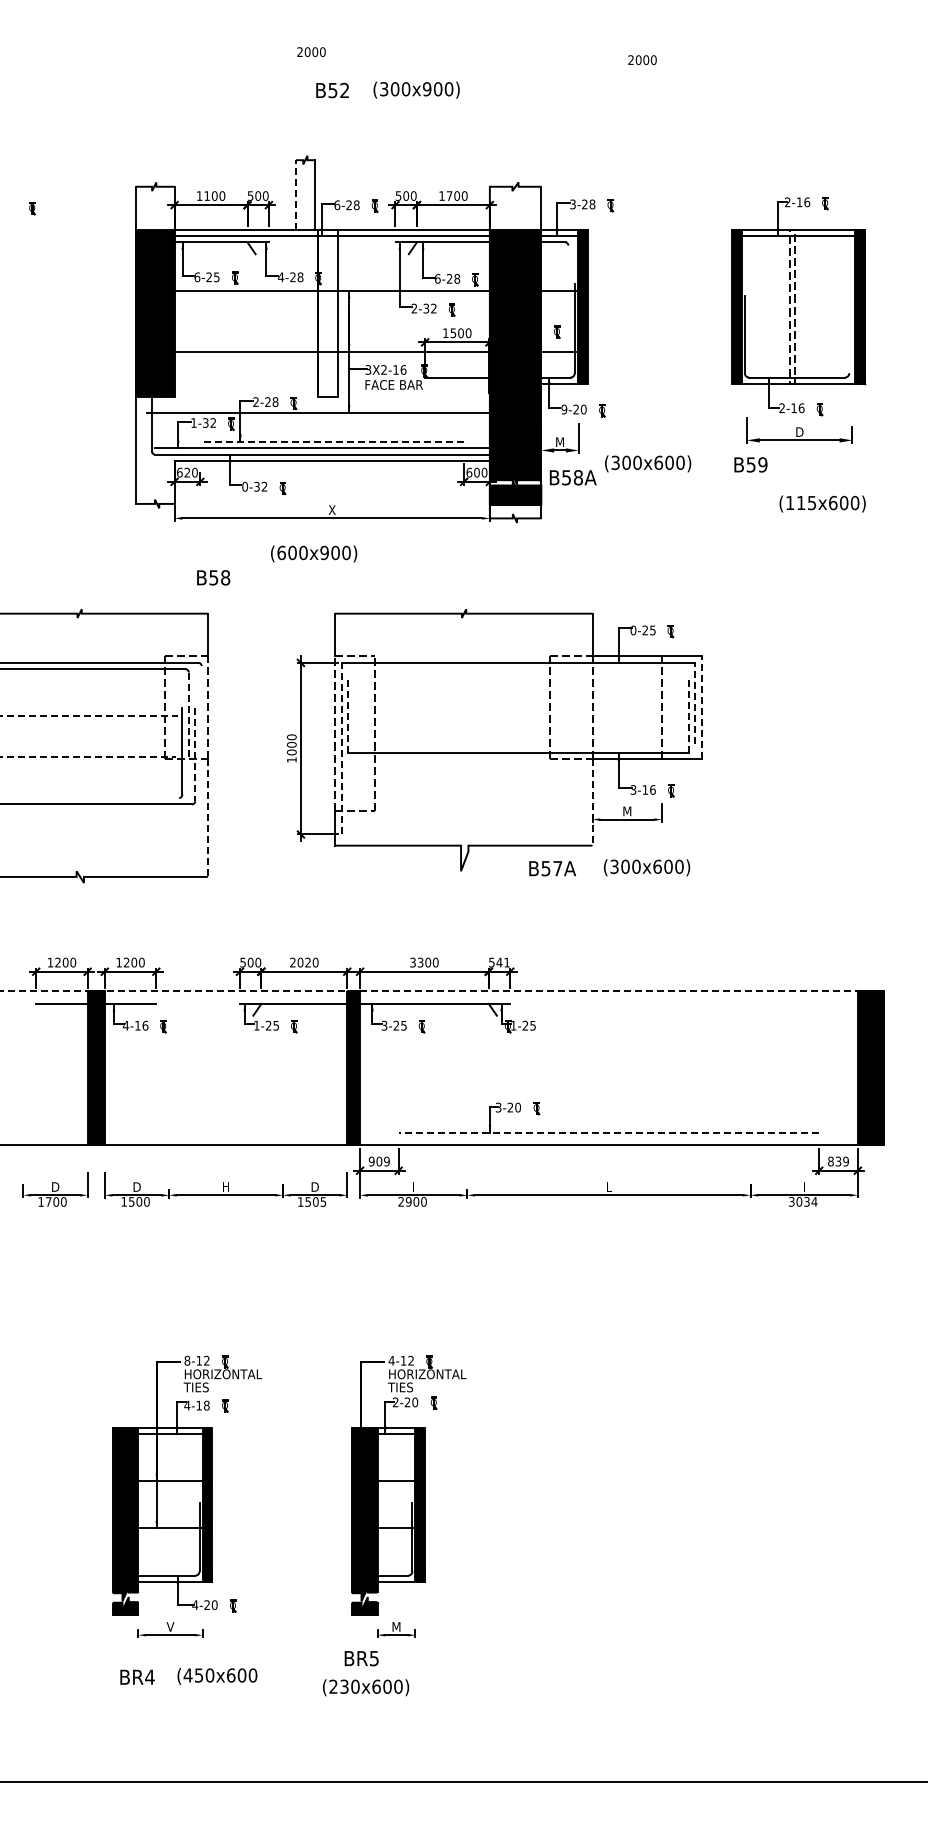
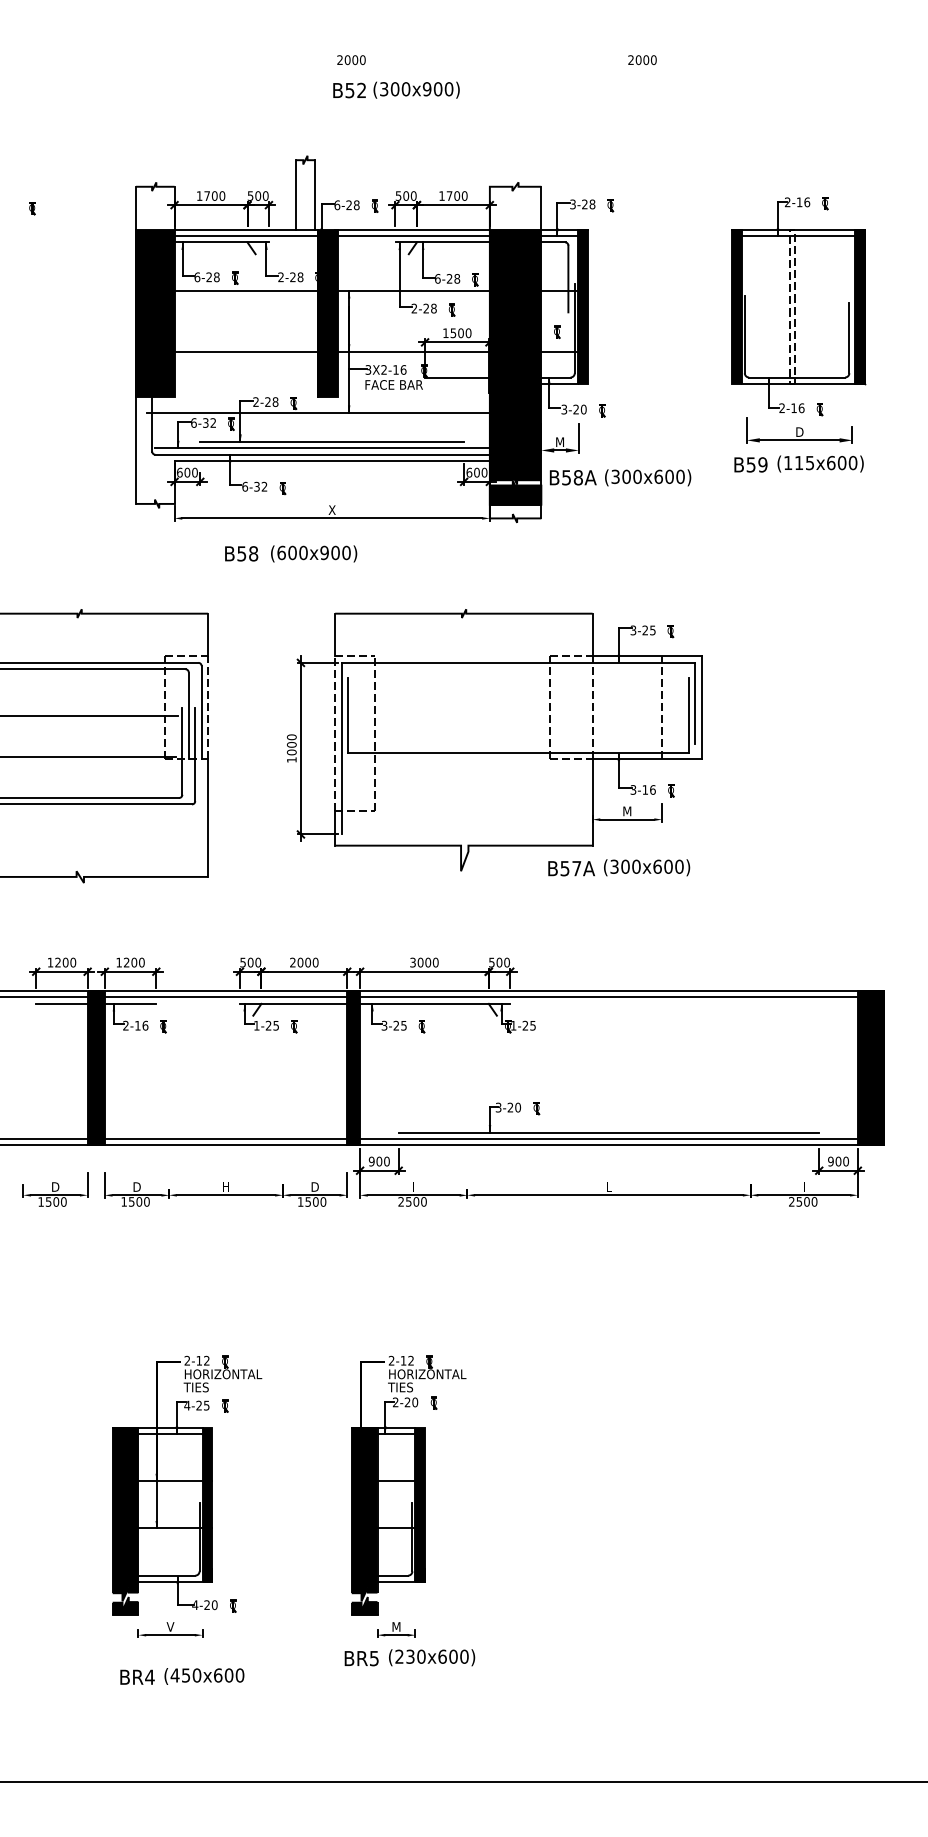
text at (311, 52) position: (311, 52) -> (351, 60)
text at (332, 90) position: (332, 90) -> (349, 90)
line at (296, 194): dashed -> solid
text at (206, 195): 1100 -> 1700
text at (216, 277): 6-25 -> 6-28
text at (281, 277): 4-28 -> 2-28
line at (568, 278): none -> present
text at (429, 308): 2-32 -> 2-28
fill at (327, 312): none -> present
line at (849, 337): none -> present
text at (564, 409): 9-20 -> 3-20
text at (193, 422): 1-32 -> 6-32
line at (332, 441): dashed -> solid
text at (648, 463) position: (648, 463) -> (648, 477)
text at (187, 472): 620 -> 600
text at (245, 486): 0-32 -> 6-32
text at (822, 503) position: (822, 503) -> (820, 463)
text at (213, 577) position: (213, 577) -> (241, 553)
text at (633, 630): 0-25 -> 3-25
line at (695, 702): dashed -> solid
line at (701, 707): dashed -> solid
line at (201, 712): none -> present
line at (348, 715): dashed -> solid
line at (688, 715): dashed -> solid
line at (89, 716): dashed -> solid
line at (188, 716): dashed -> solid
line at (341, 748): dashed -> solid
line at (195, 754): dashed -> solid
line at (88, 757): dashed -> solid
line at (90, 798): none -> present
line at (592, 803): dashed -> solid
line at (208, 818): dashed -> solid
text at (552, 868) position: (552, 868) -> (571, 868)
text at (308, 962): 2020 -> 2000
text at (420, 962): 3300 -> 3000
text at (502, 962): 541 -> 500
line at (441, 991): dashed -> solid
line at (437, 997): none -> present
text at (125, 1025): 4-16 -> 2-16
line at (608, 1132): dashed -> solid
line at (434, 1139): none -> present
text at (386, 1161): 909 -> 900
text at (838, 1161): 839 -> 900
text at (48, 1201): 1700 -> 1500
text at (323, 1201): 1505 -> 1500
text at (408, 1201): 2900 -> 2500
text at (803, 1201): 3034 -> 2500
text at (187, 1360): 8-12 -> 2-12
text at (391, 1360): 4-12 -> 2-12
text at (202, 1405): 4-18 -> 4-25
text at (217, 1676) position: (217, 1676) -> (204, 1676)
text at (366, 1687) position: (366, 1687) -> (432, 1657)
